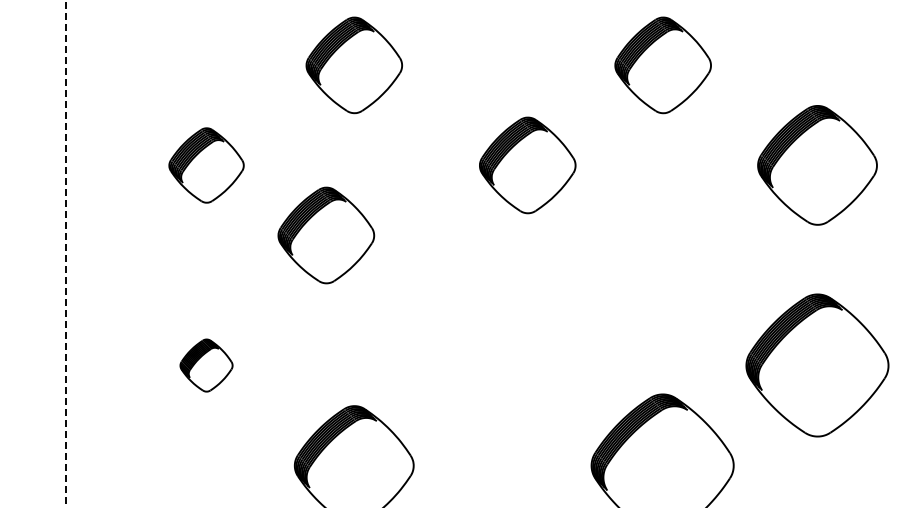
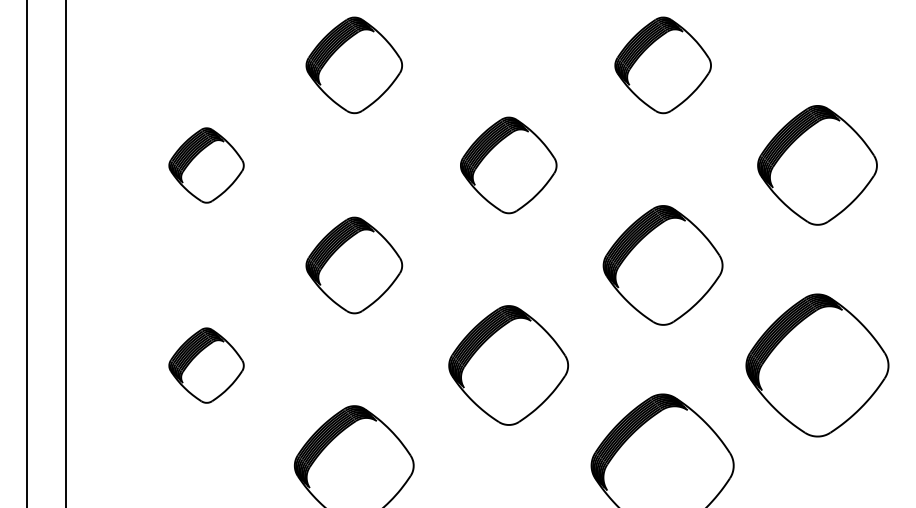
part at (527, 165) position: (527, 165) -> (508, 165)
part at (326, 235) position: (326, 235) -> (354, 265)
line at (27, 253): none -> present
line at (66, 253): dashed -> solid
part at (662, 265): none -> present
part at (206, 365) size: 55x55 px -> 77x77 px
part at (508, 365): none -> present
